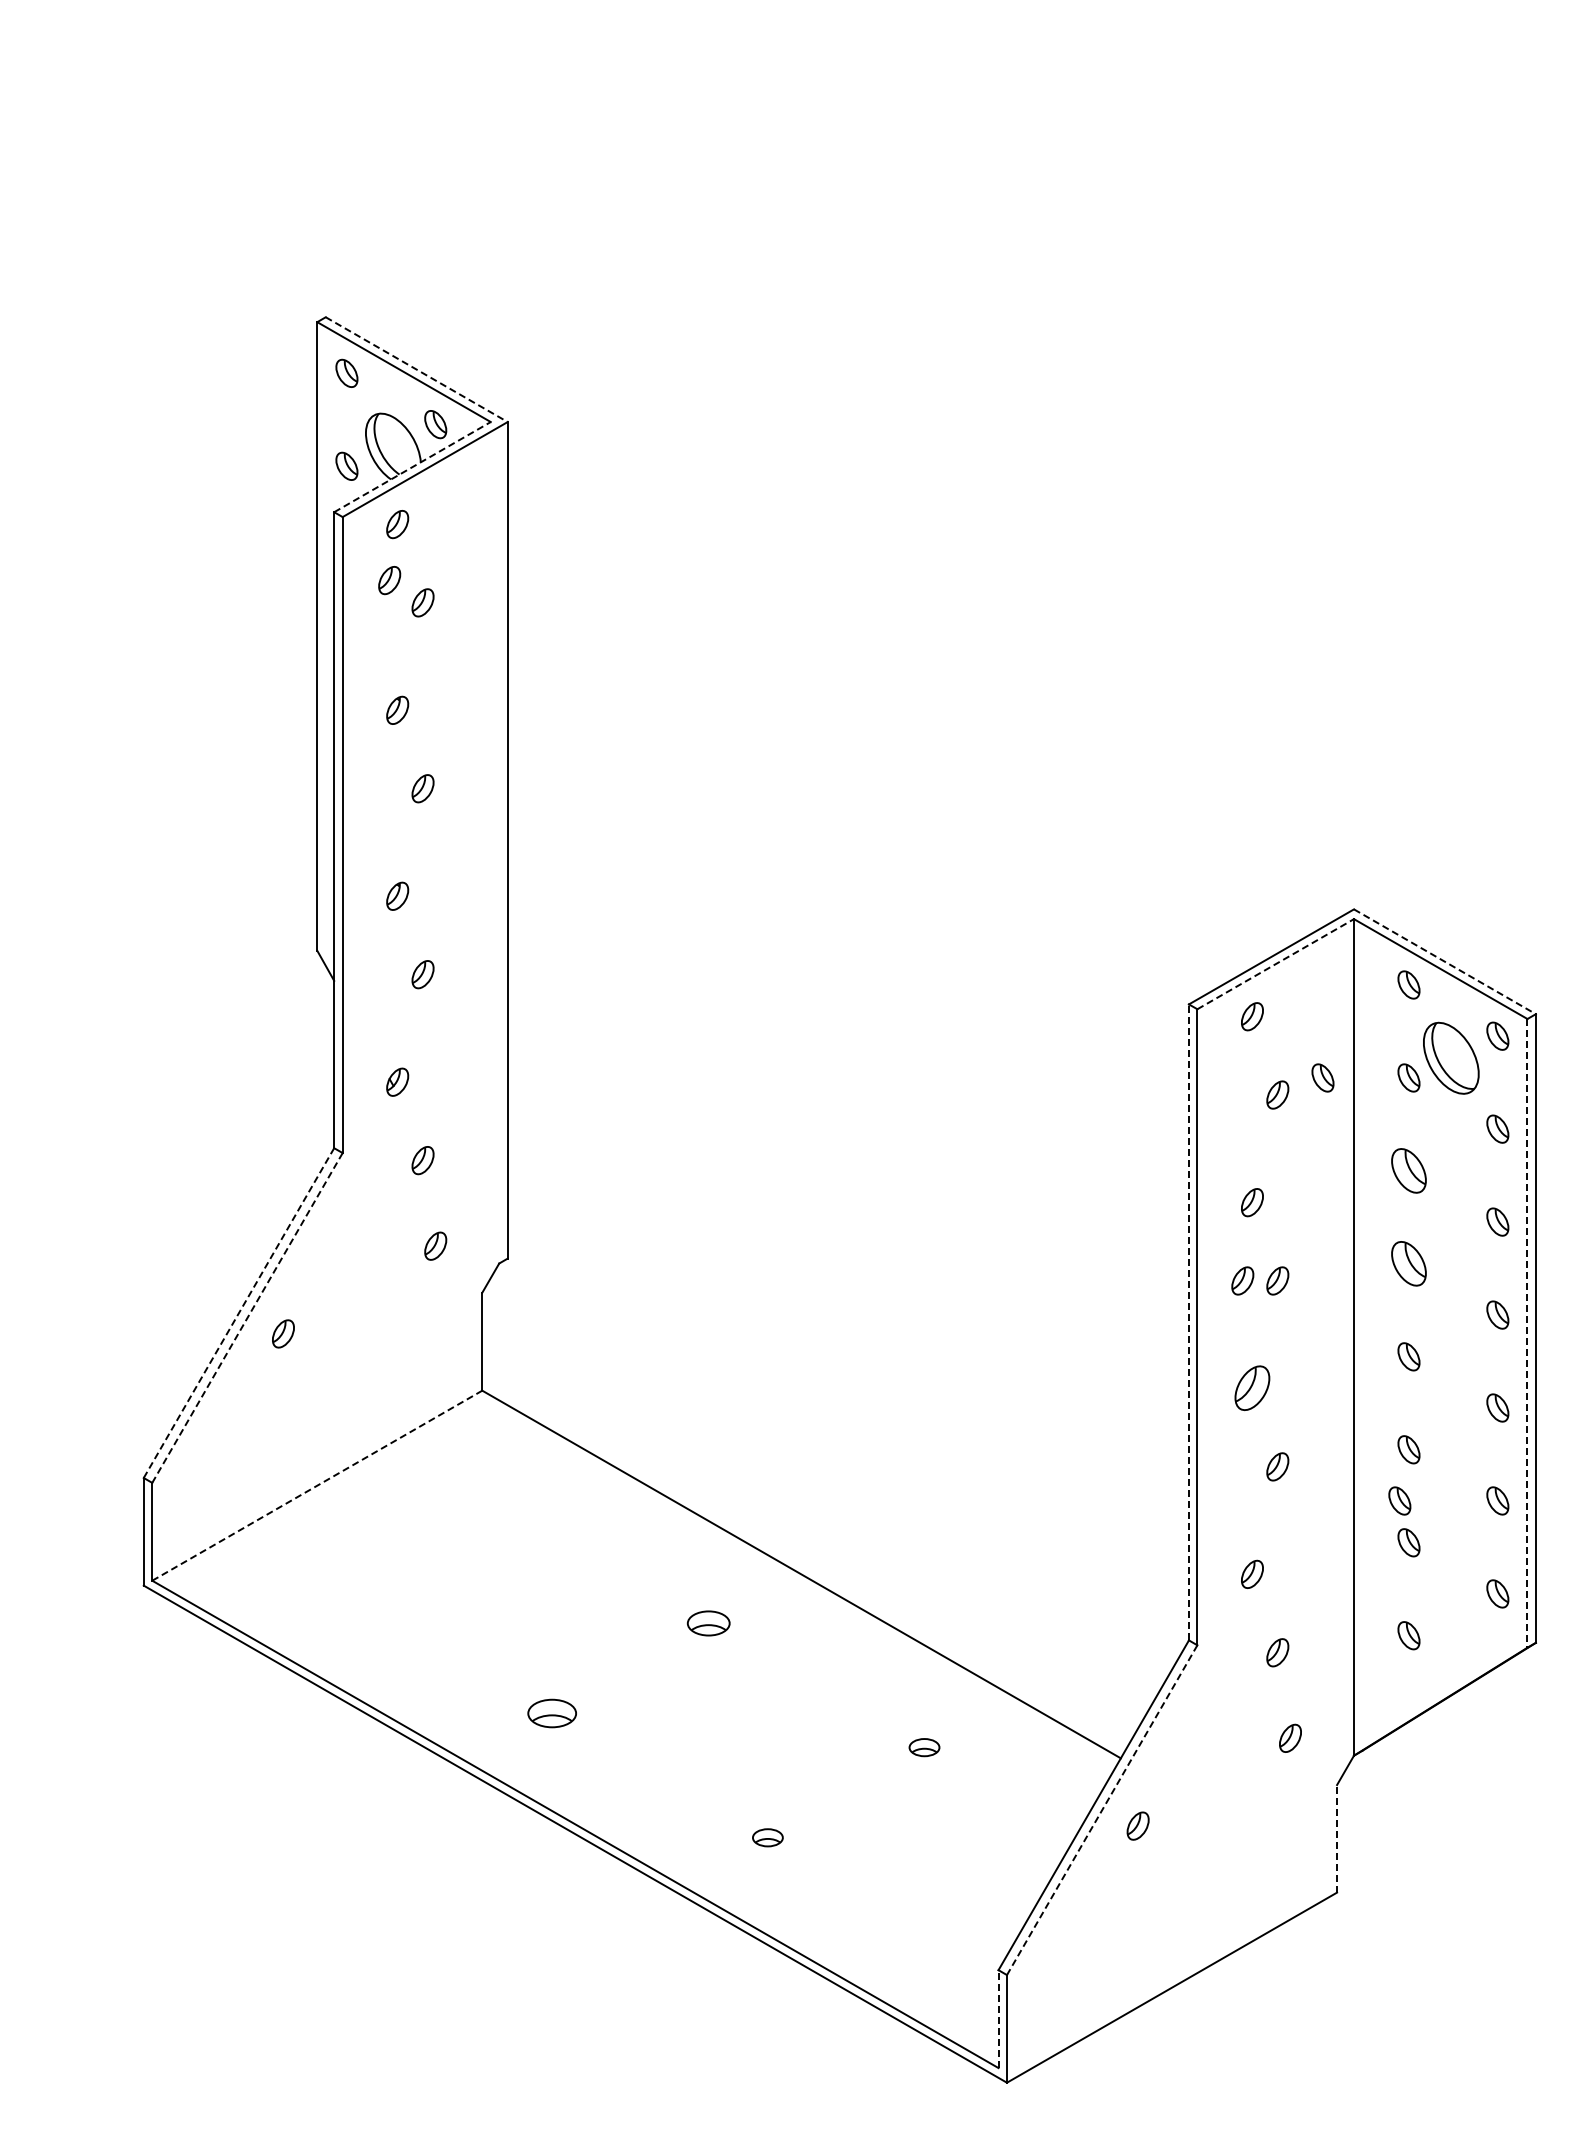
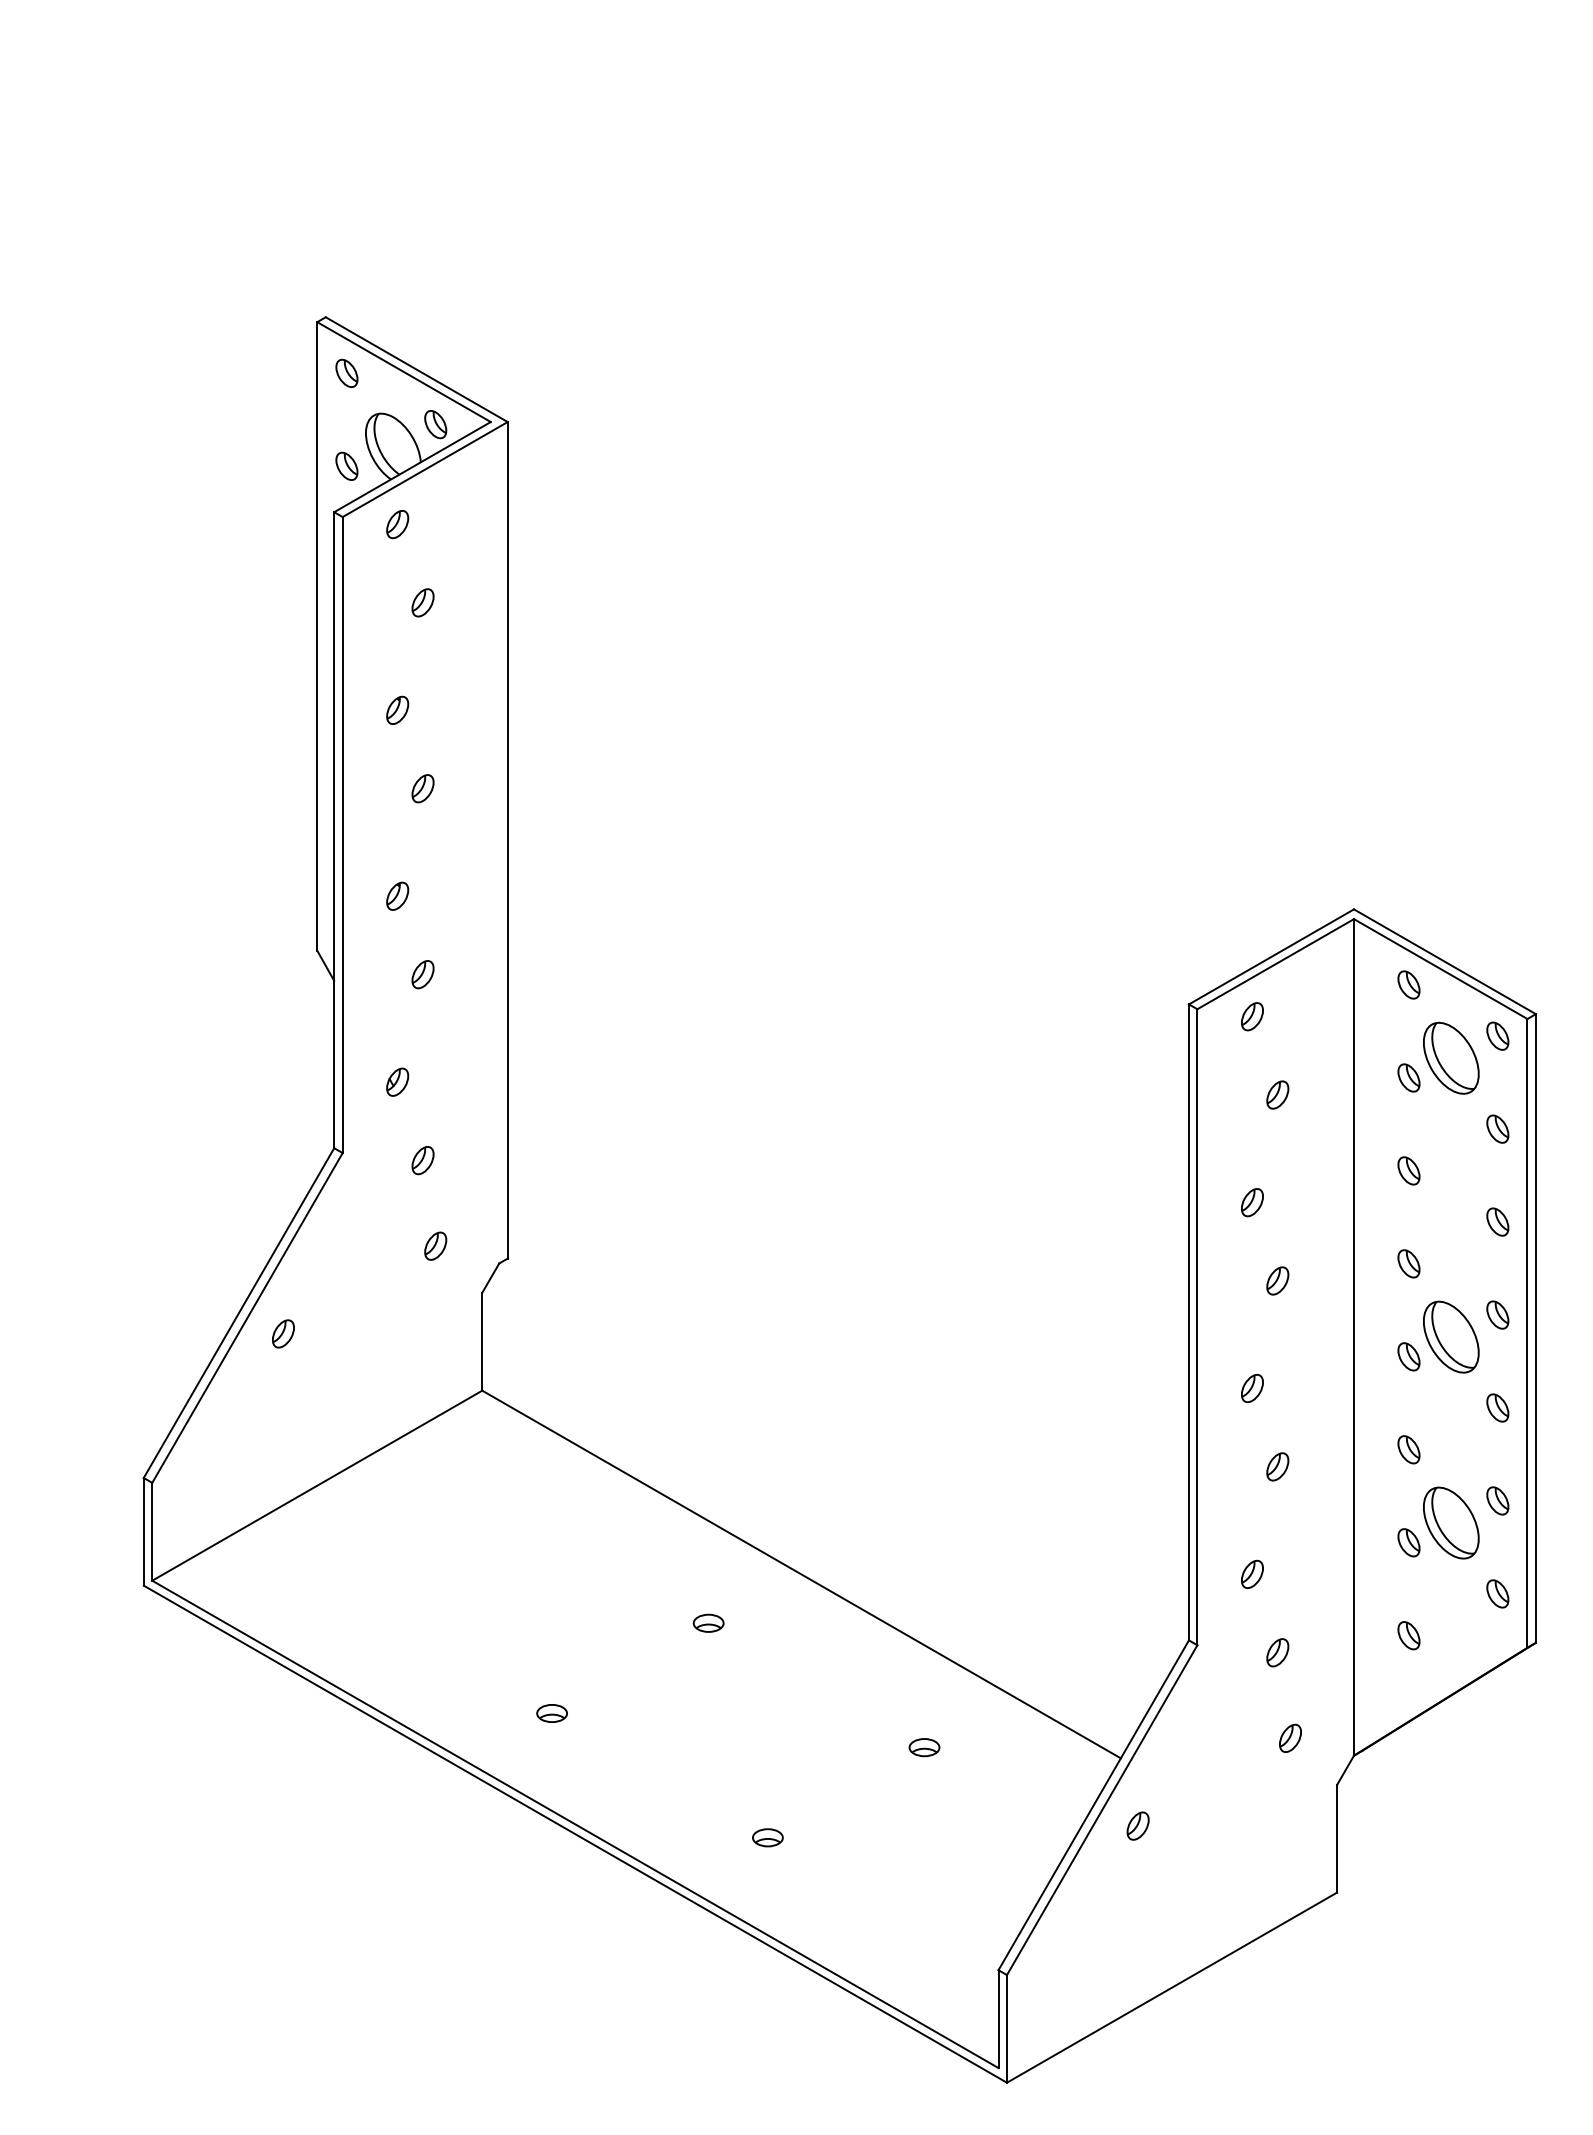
line at (416, 369): dashed -> solid
line at (412, 466): dashed -> solid
part at (389, 580): present -> none
line at (1444, 961): dashed -> solid
line at (1276, 963): dashed -> solid
part at (1322, 1077): present -> none
part at (1408, 1170) size: 36x46 px -> 24x30 px
part at (1408, 1263) size: 36x46 px -> 24x30 px
part at (1242, 1280): present -> none
line at (239, 1312): dashed -> solid
line at (247, 1318): dashed -> solid
line at (1188, 1322): dashed -> solid
line at (1527, 1333): dashed -> solid
part at (1451, 1336): none -> present
part at (1252, 1387) size: 37x46 px -> 23x30 px
line at (317, 1485): dashed -> solid
part at (1399, 1500): present -> none
part at (1451, 1522): none -> present
part at (708, 1623) size: 45x27 px -> 33x20 px
part at (551, 1713) size: 50x31 px -> 32x19 px
line at (1101, 1810): dashed -> solid
line at (1337, 1838): dashed -> solid
line at (998, 2019): dashed -> solid
